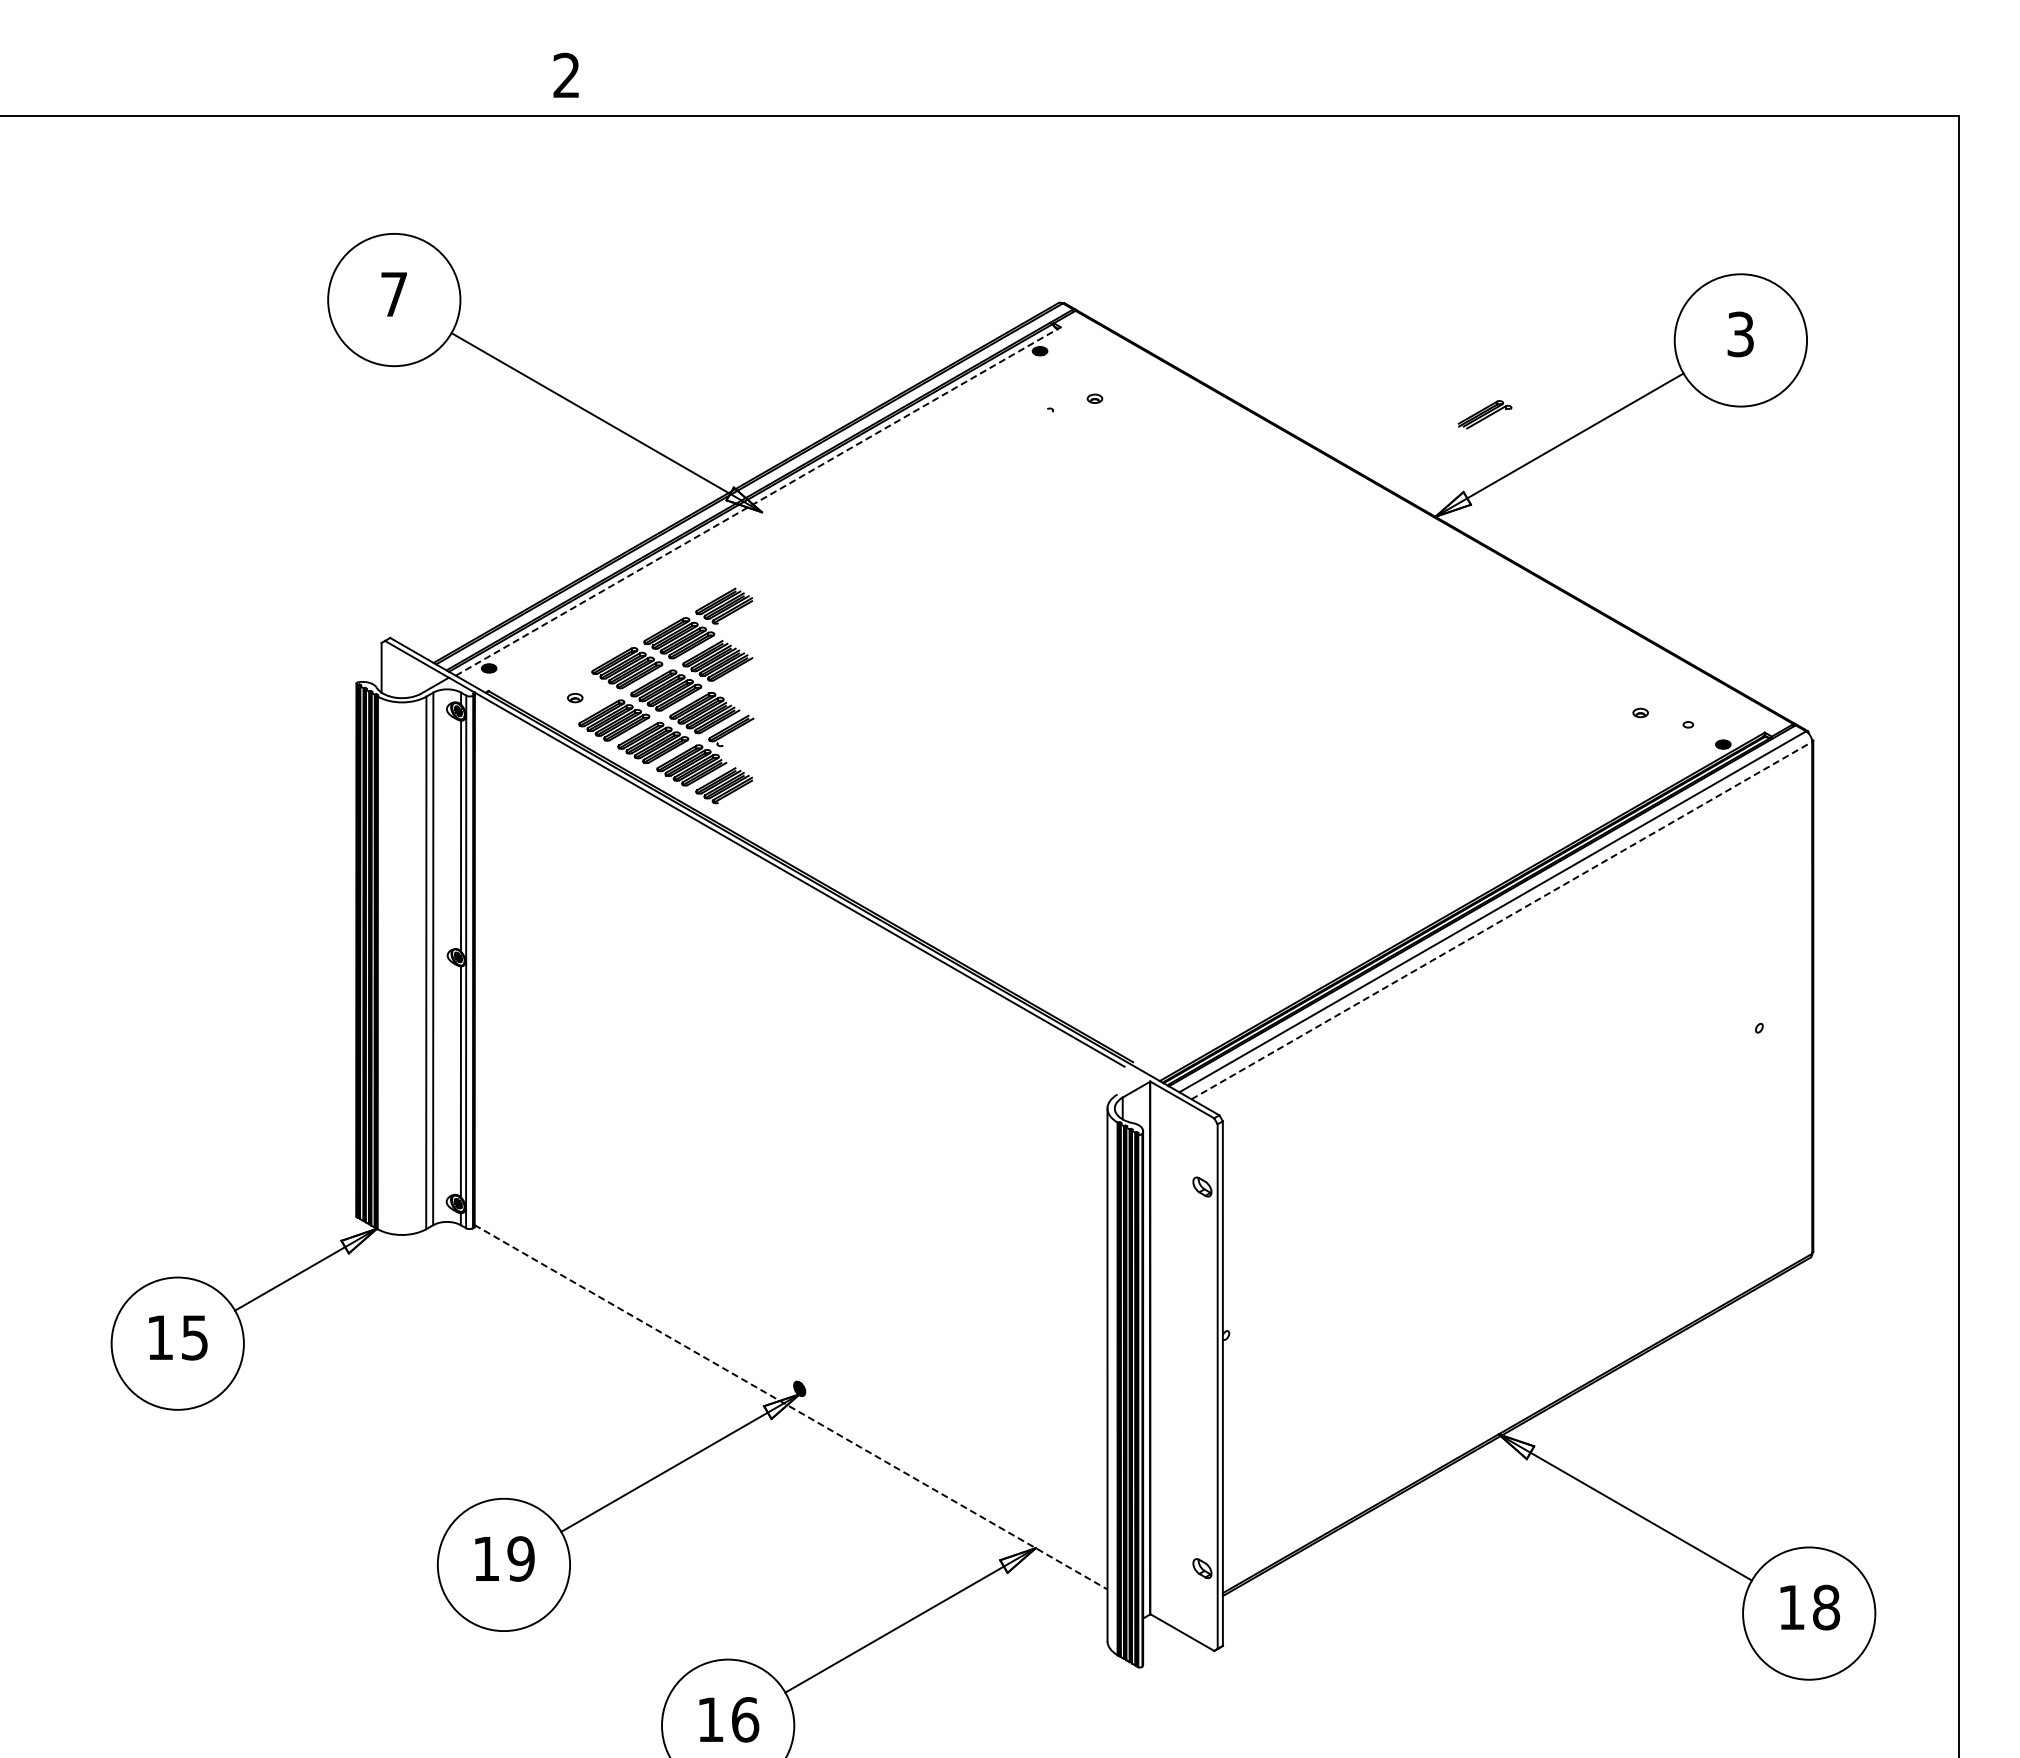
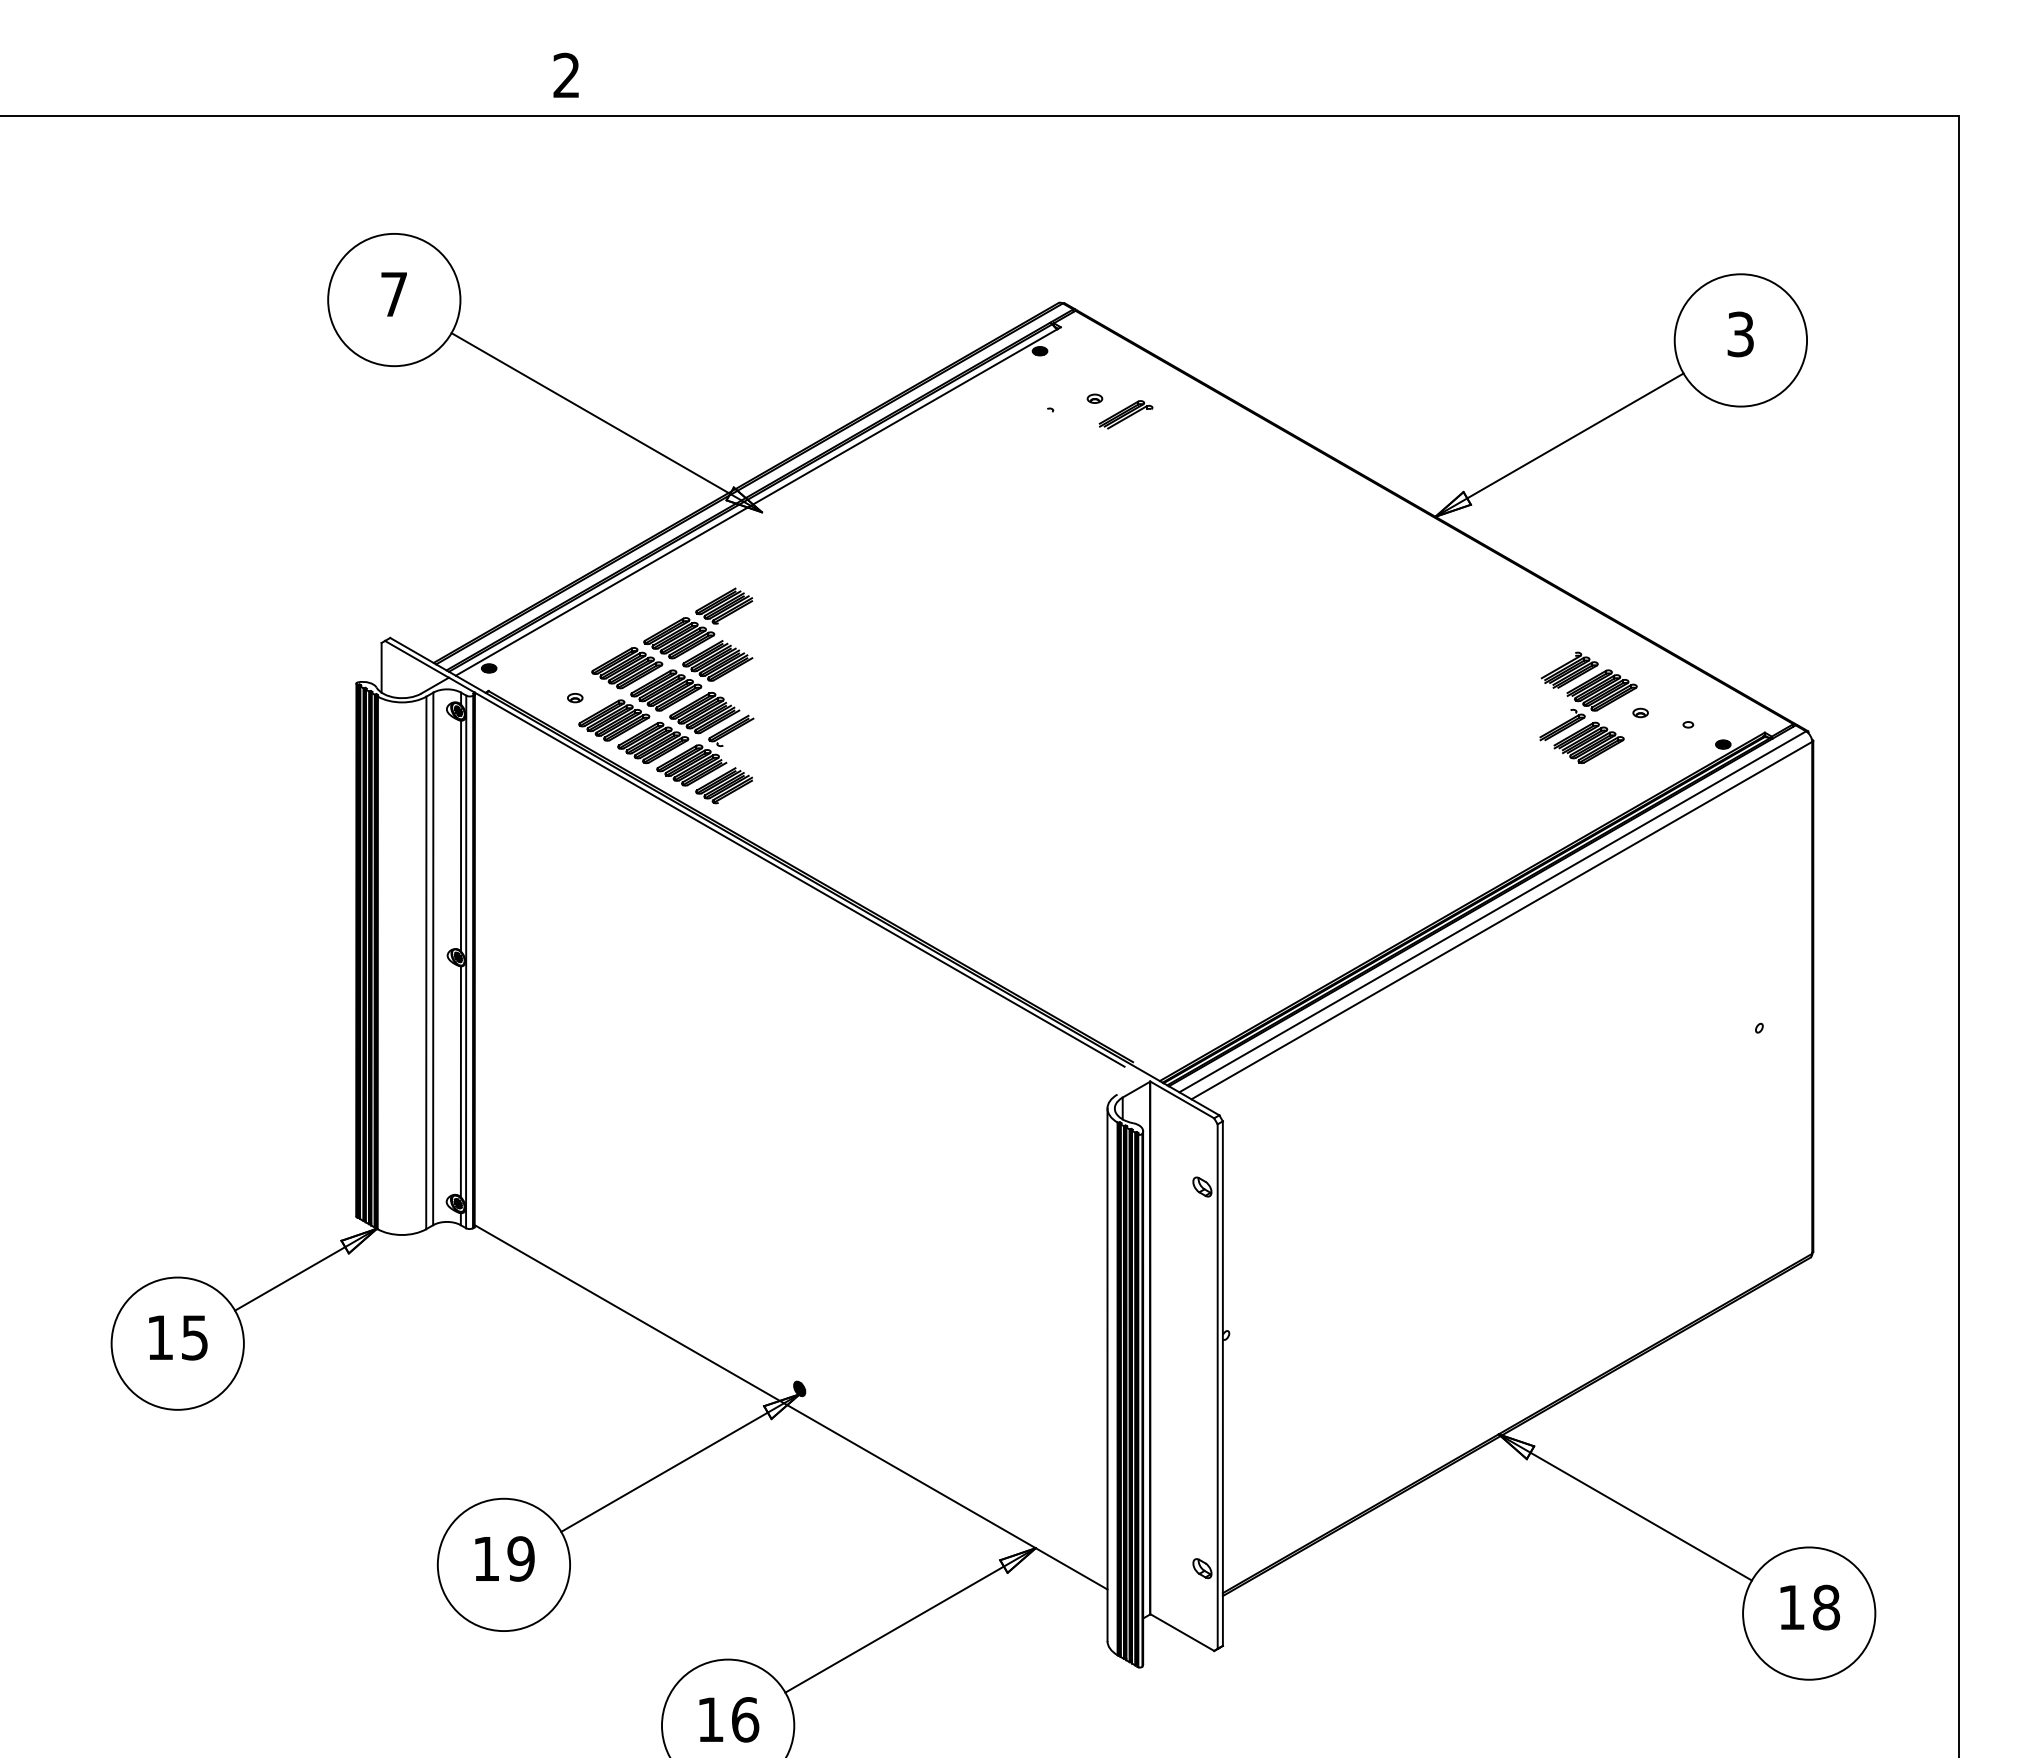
part at (1484, 414) position: (1484, 414) -> (1125, 414)
line at (758, 501): dashed -> solid
part at (1588, 707): none -> present
line at (1502, 920): dashed -> solid
line at (791, 1407): dashed -> solid
